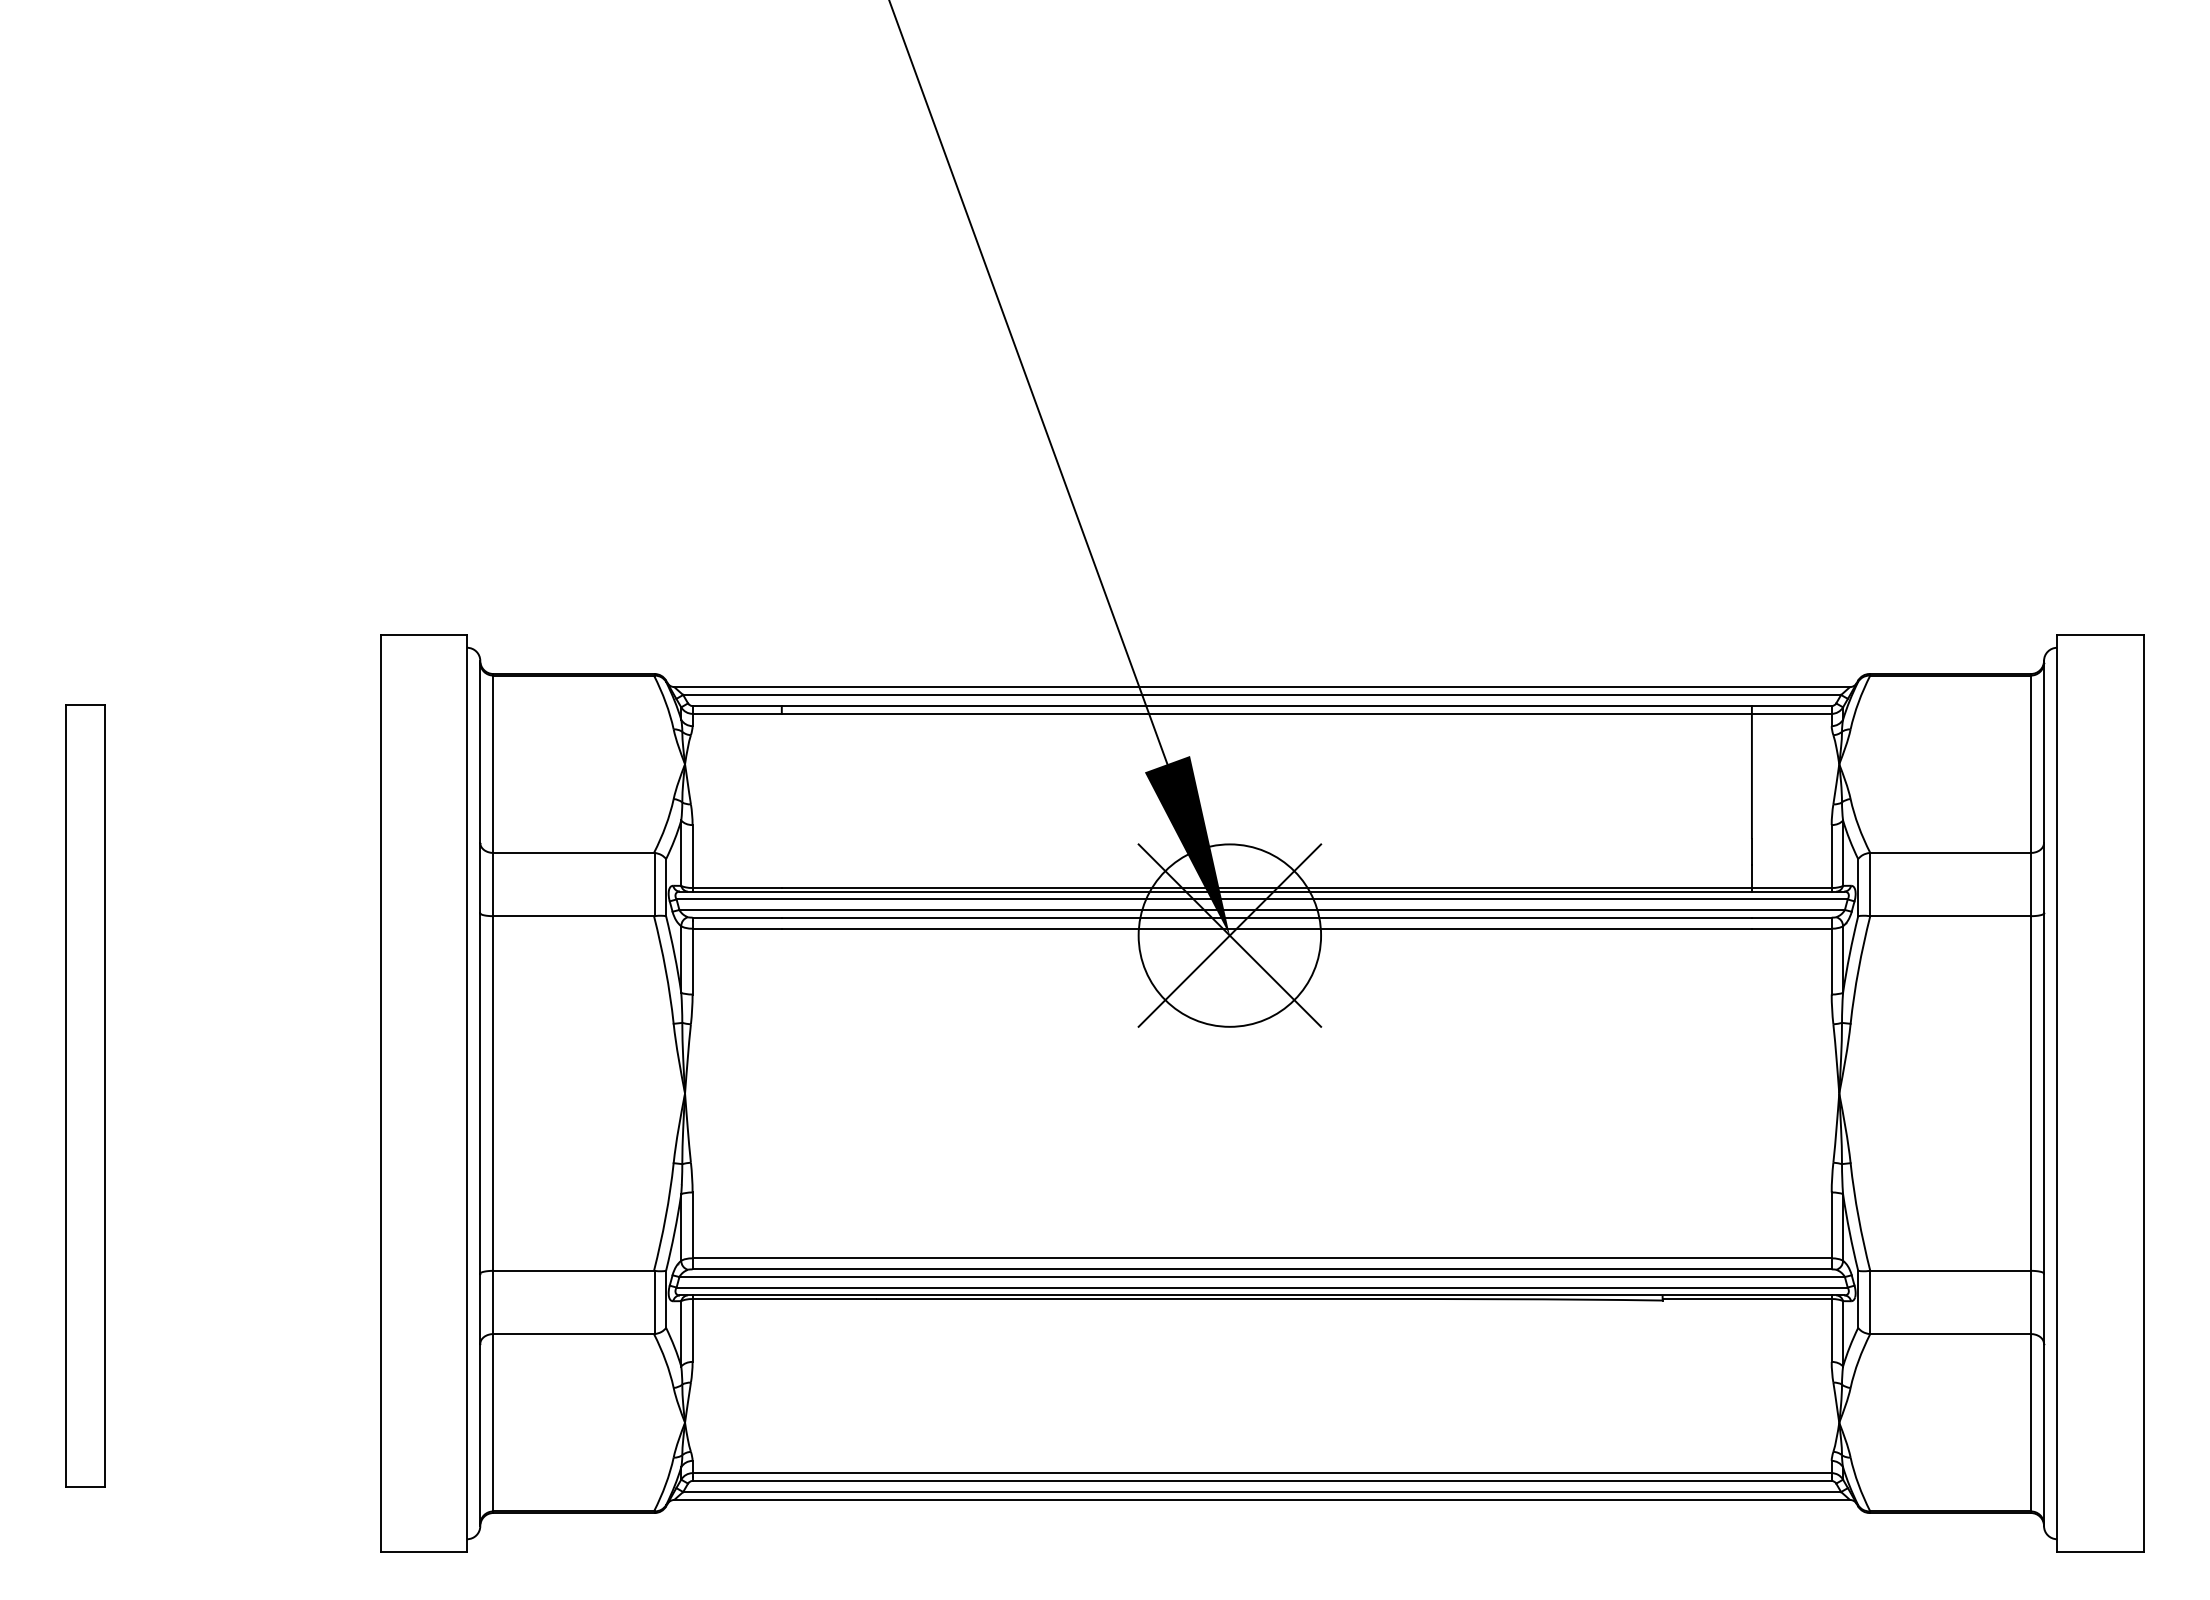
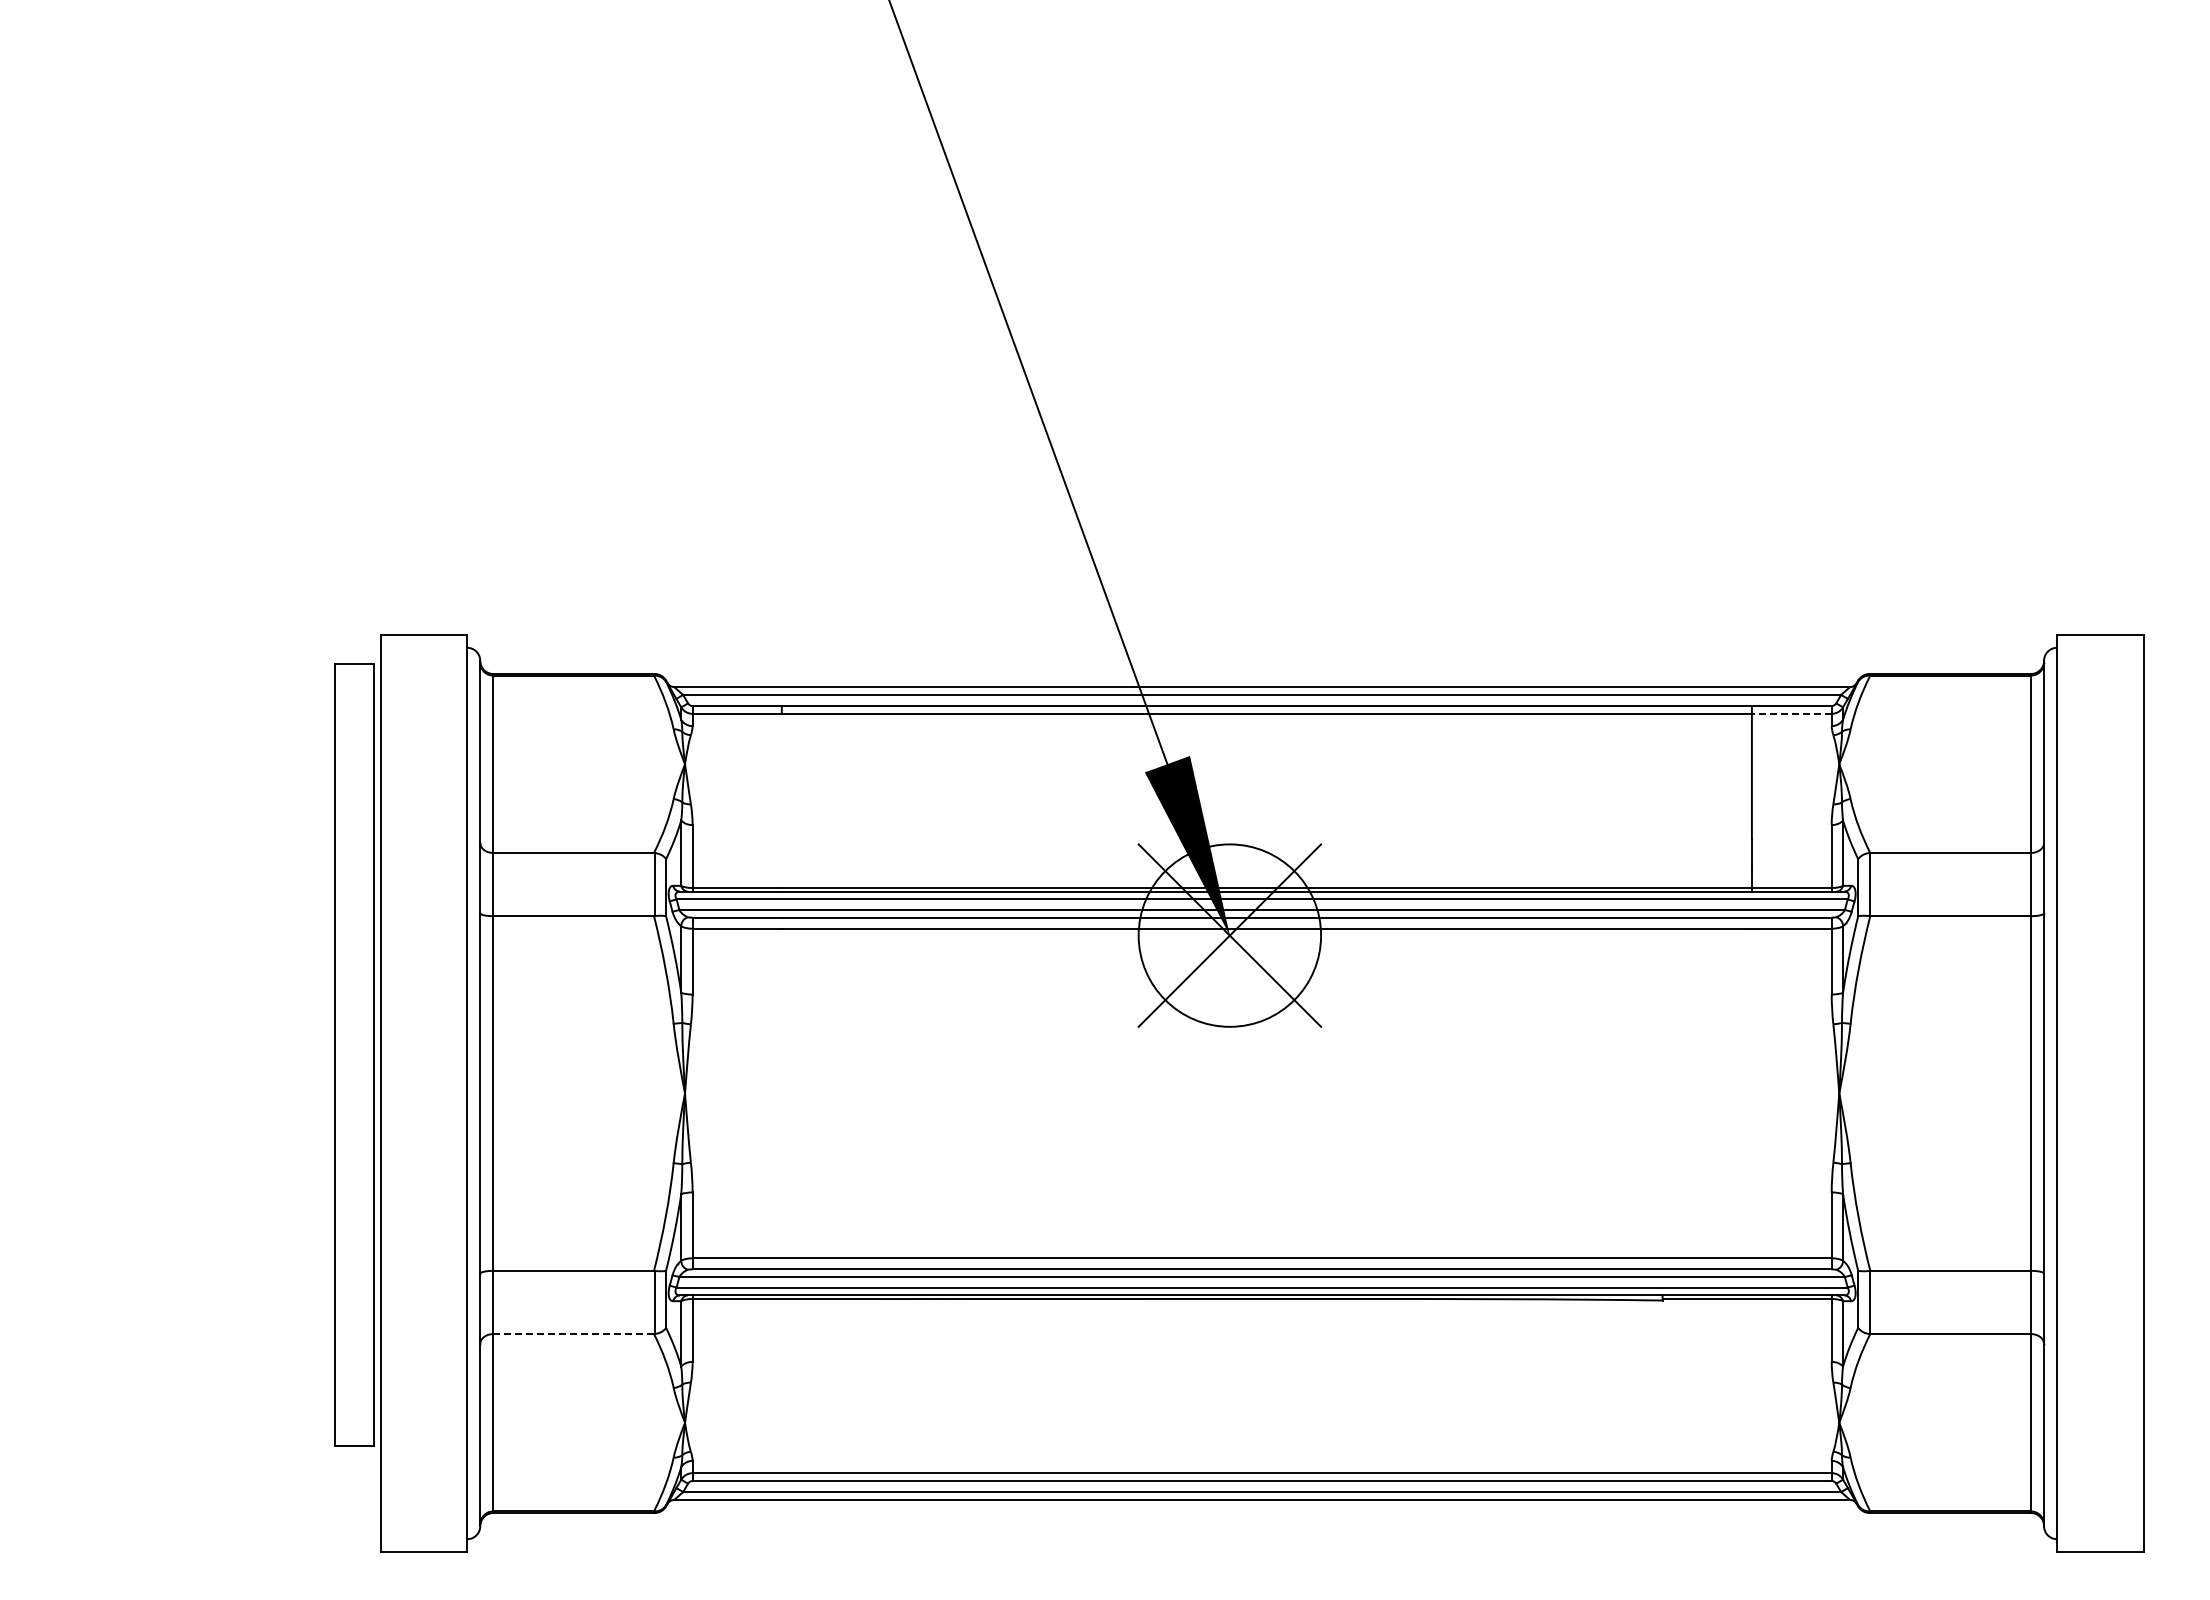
line at (1791, 713): solid -> dashed
part at (85, 1095) position: (85, 1095) -> (354, 1054)
line at (574, 1334): solid -> dashed
